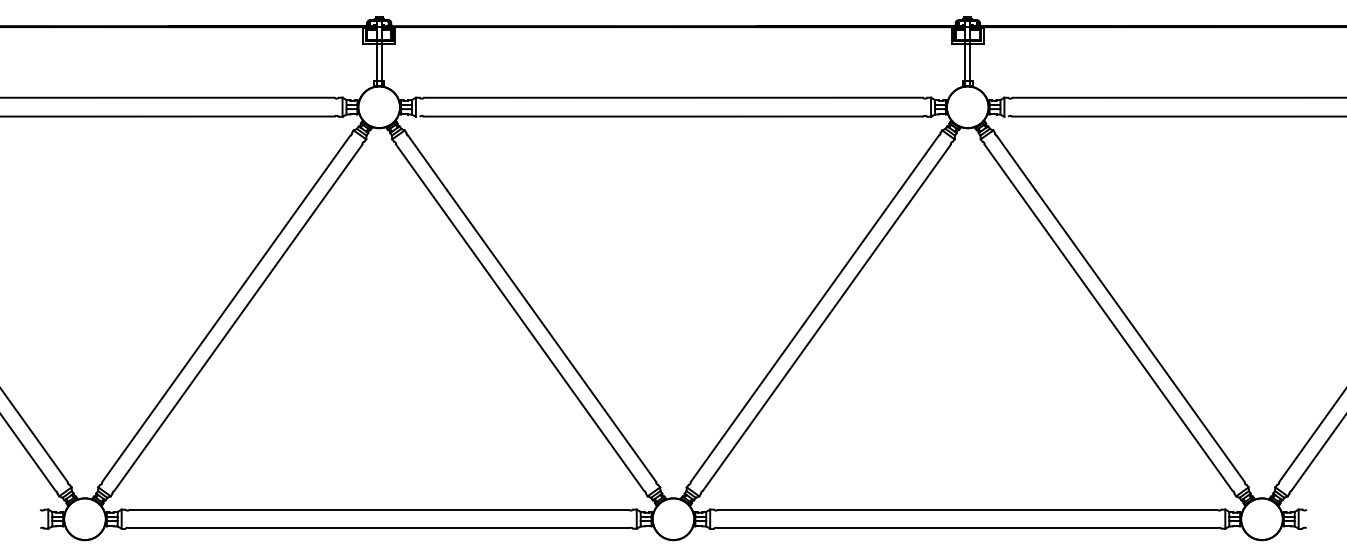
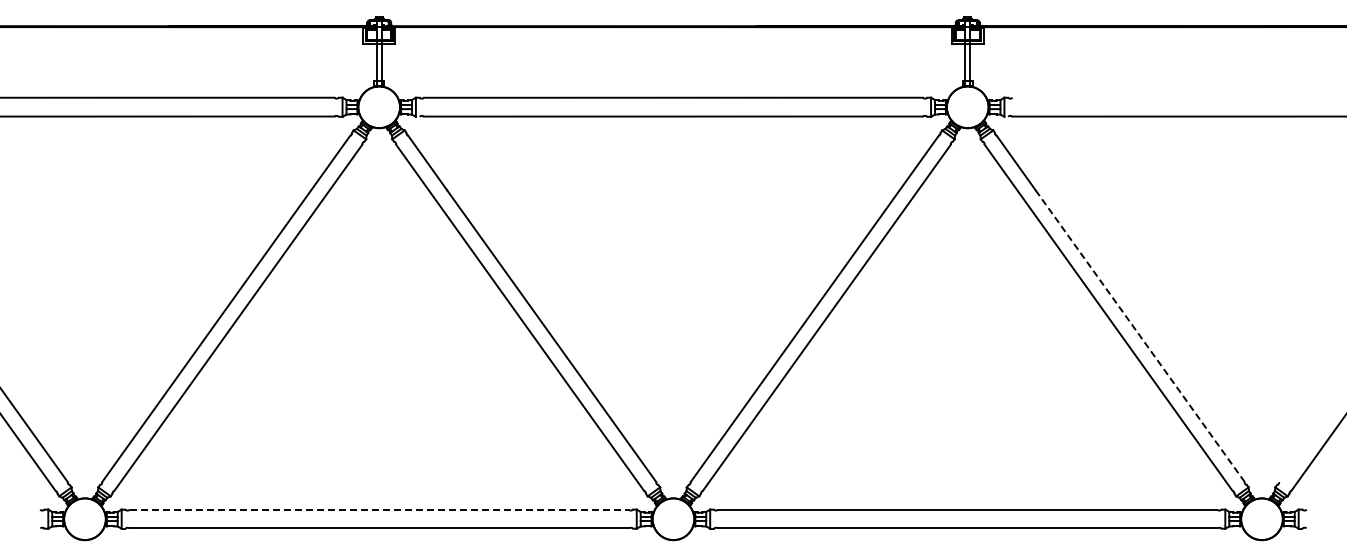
line at (1177, 97): present -> none
line at (1140, 336): solid -> dashed
line at (1311, 436): present -> none
line at (379, 509): solid -> dashed
